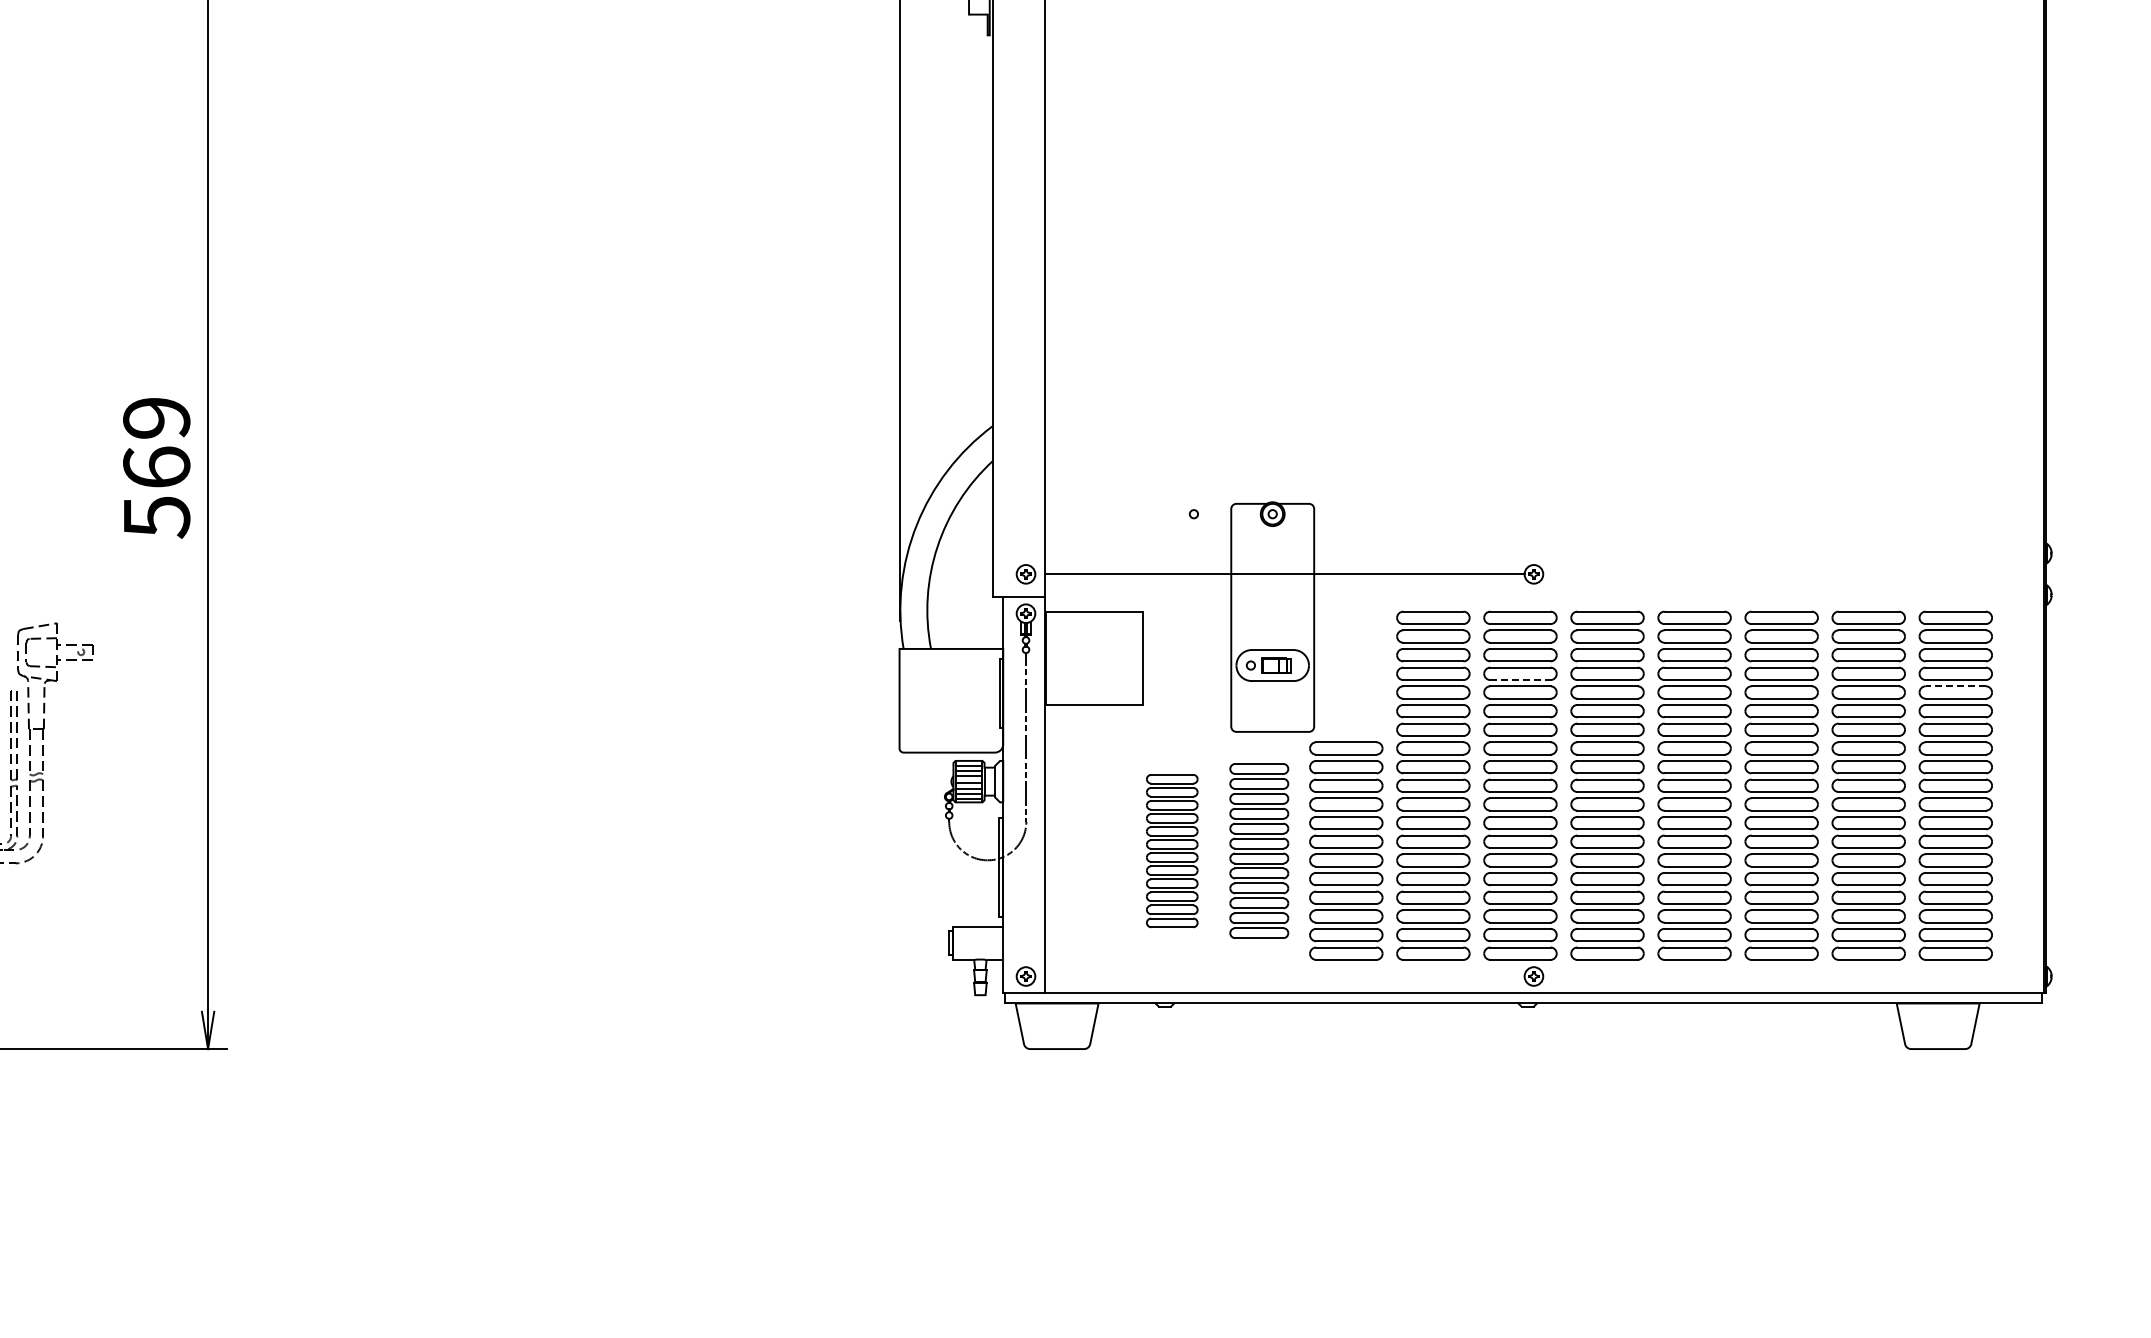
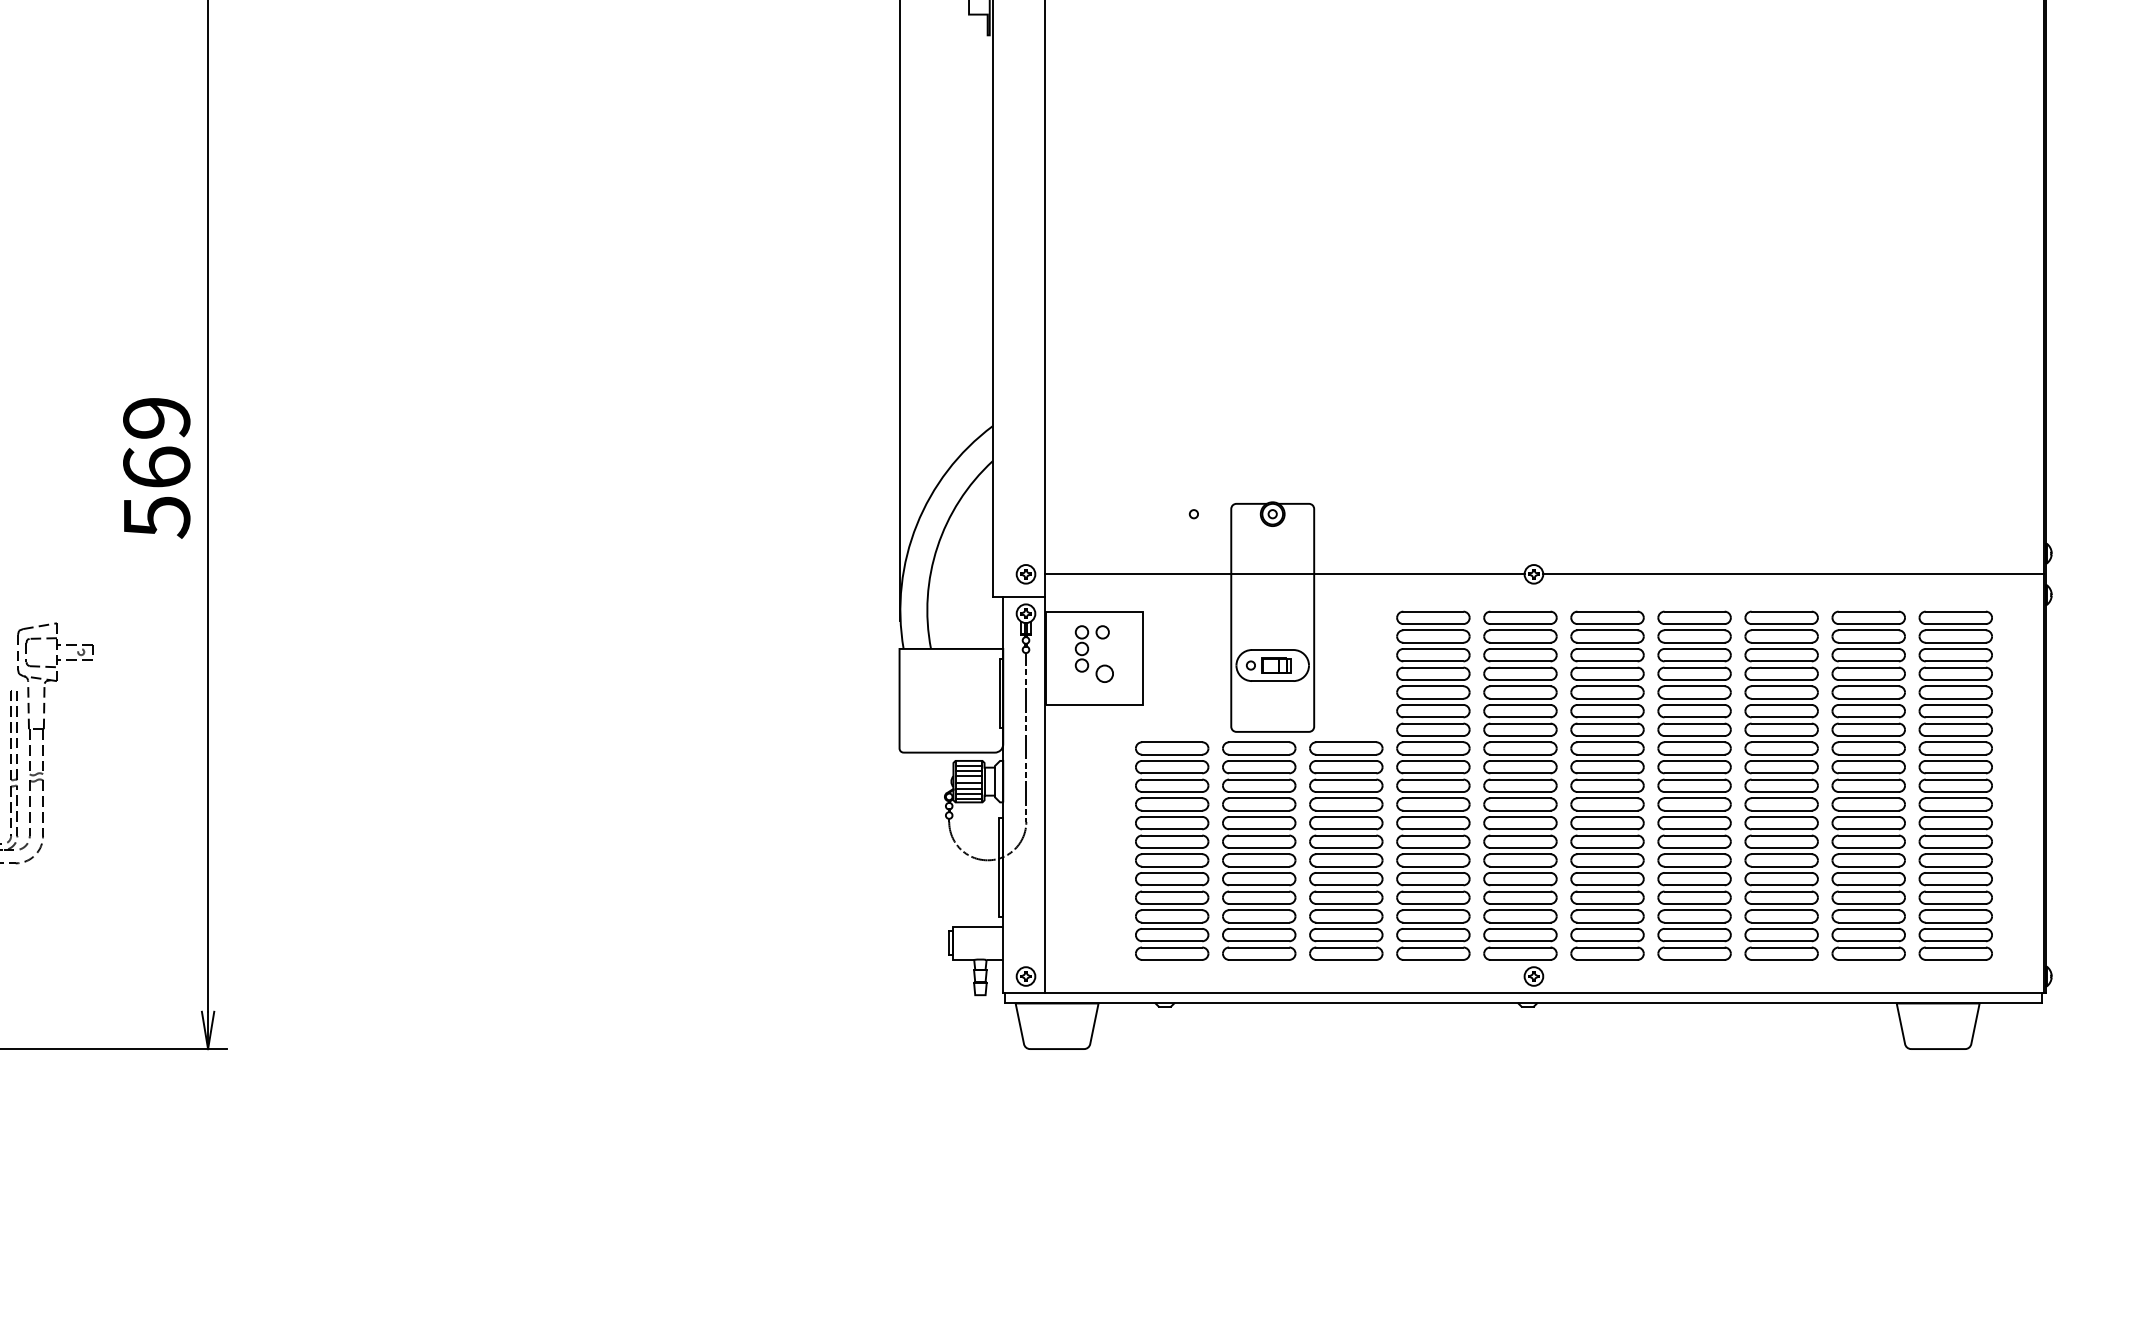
line at (1793, 574): none -> present
part at (1093, 653): none -> present
line at (1520, 680): dashed -> solid
line at (1955, 686): dashed -> solid
part at (1259, 850) size: 61x176 px -> 75x220 px
part at (1172, 851) size: 53x155 px -> 75x220 px
